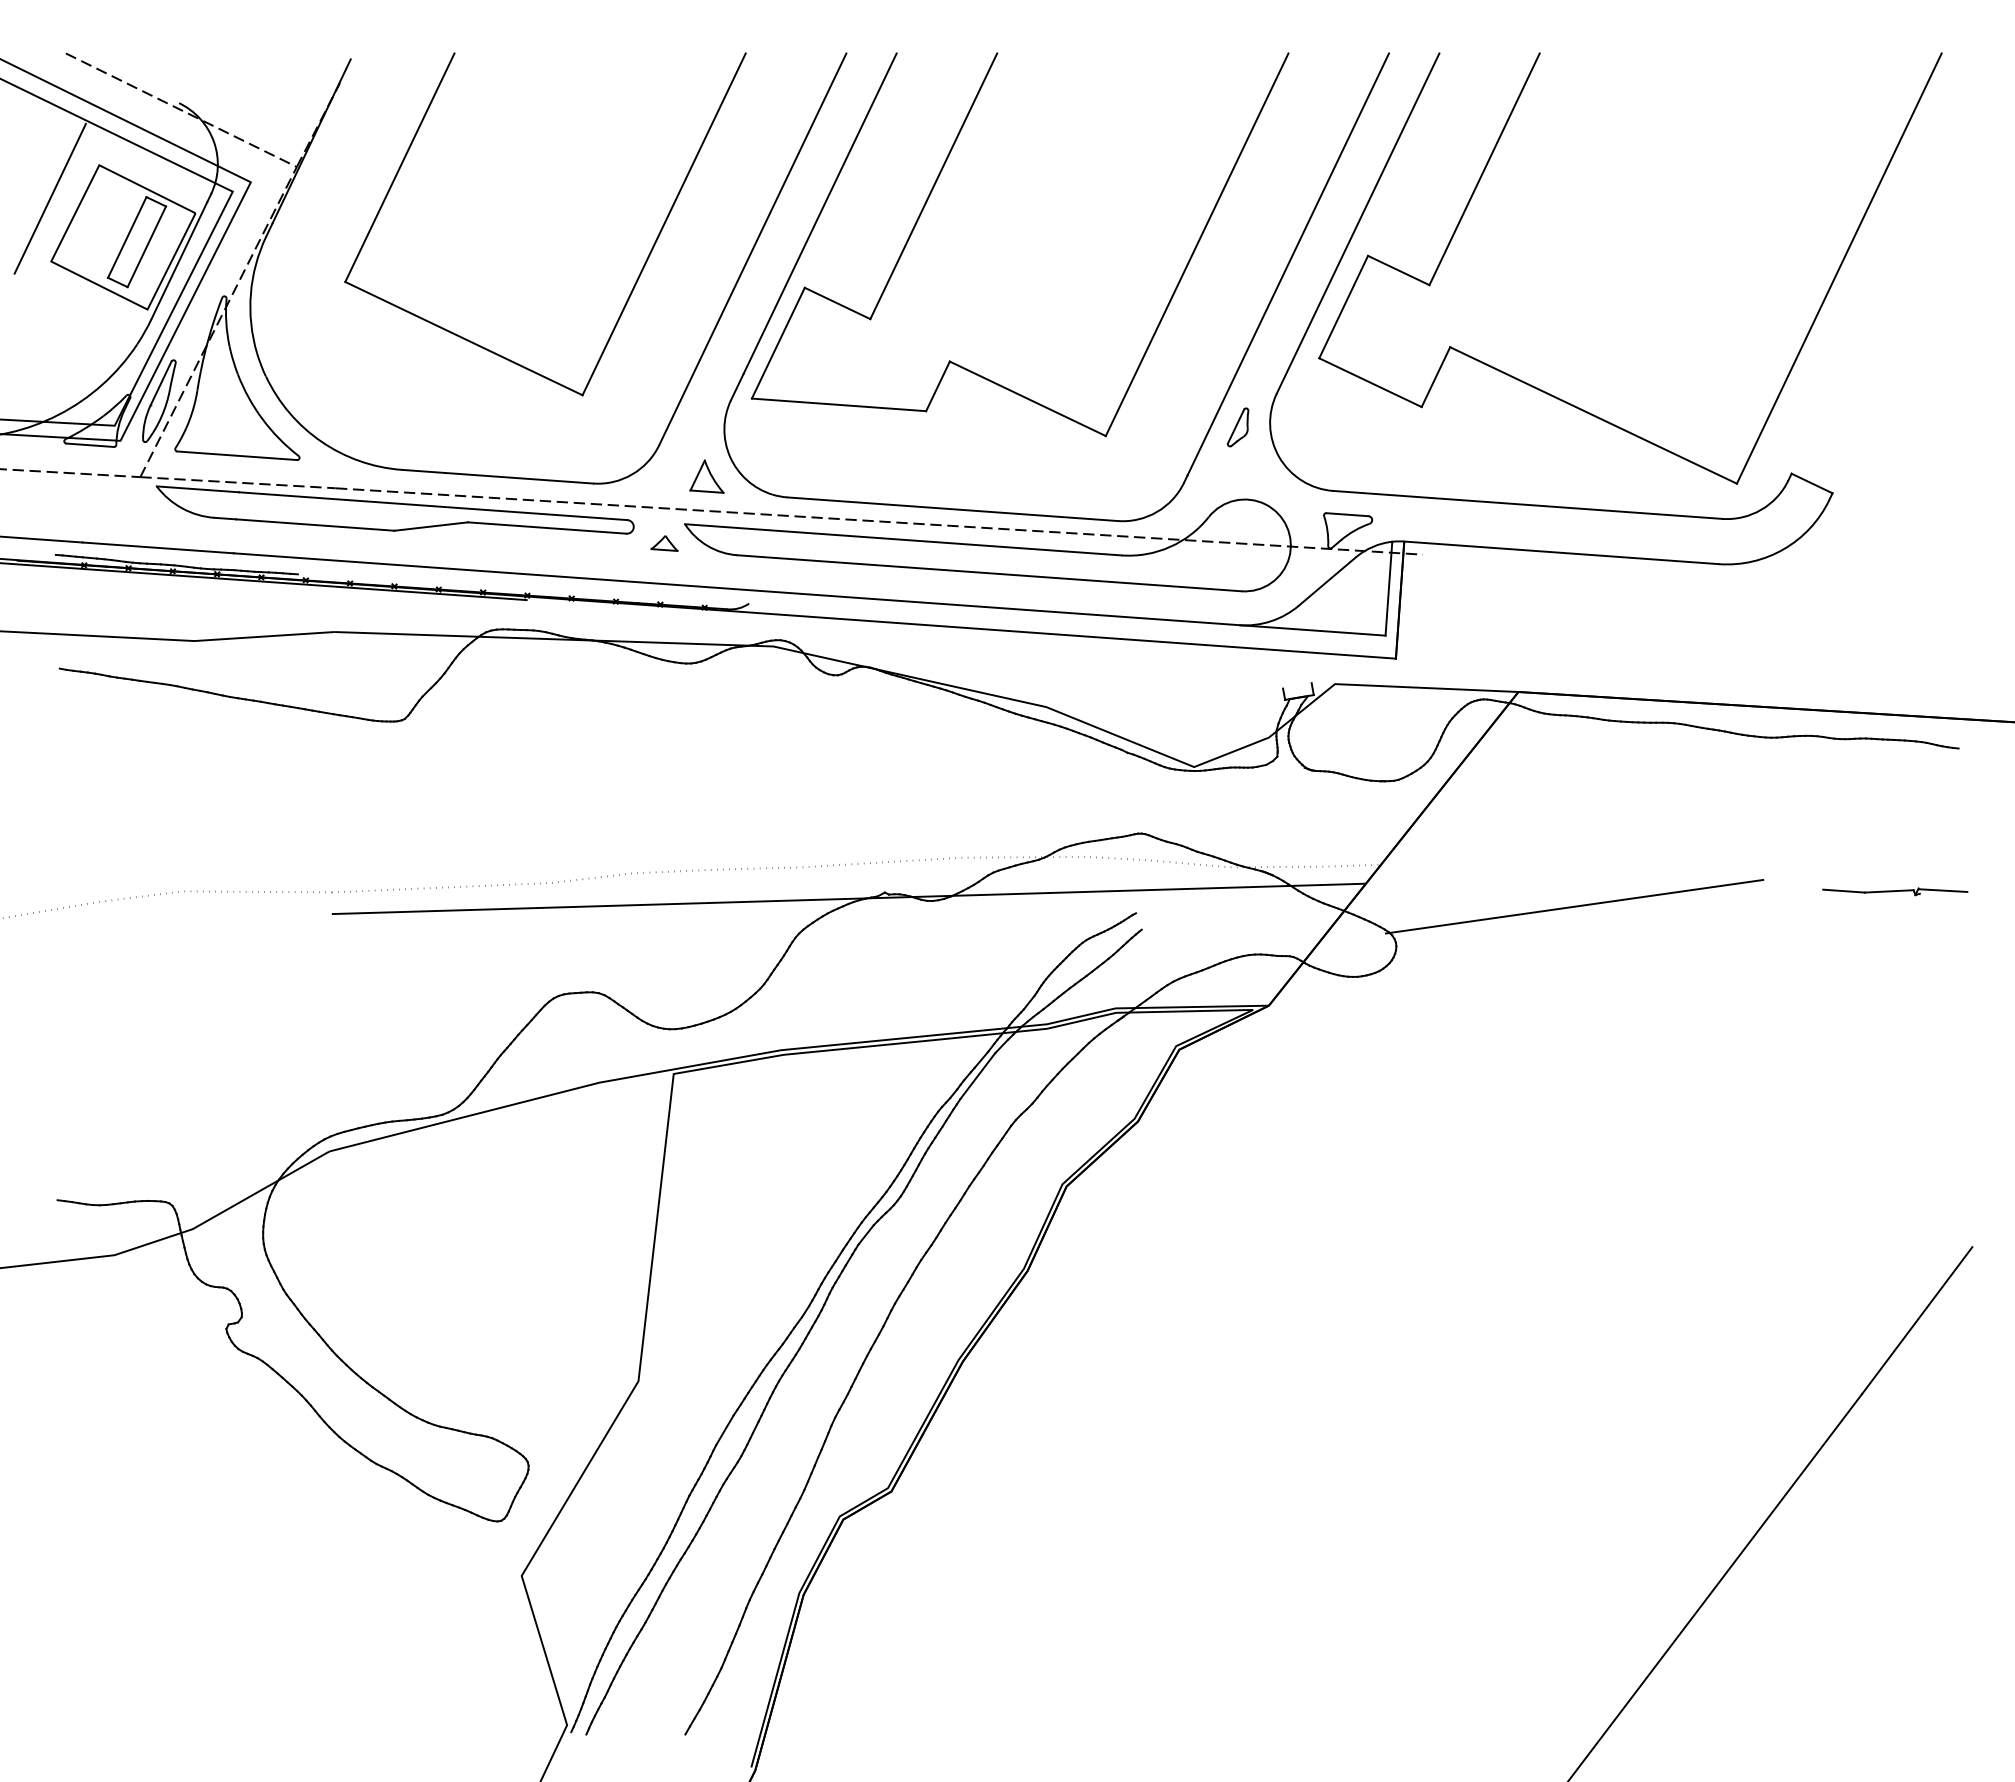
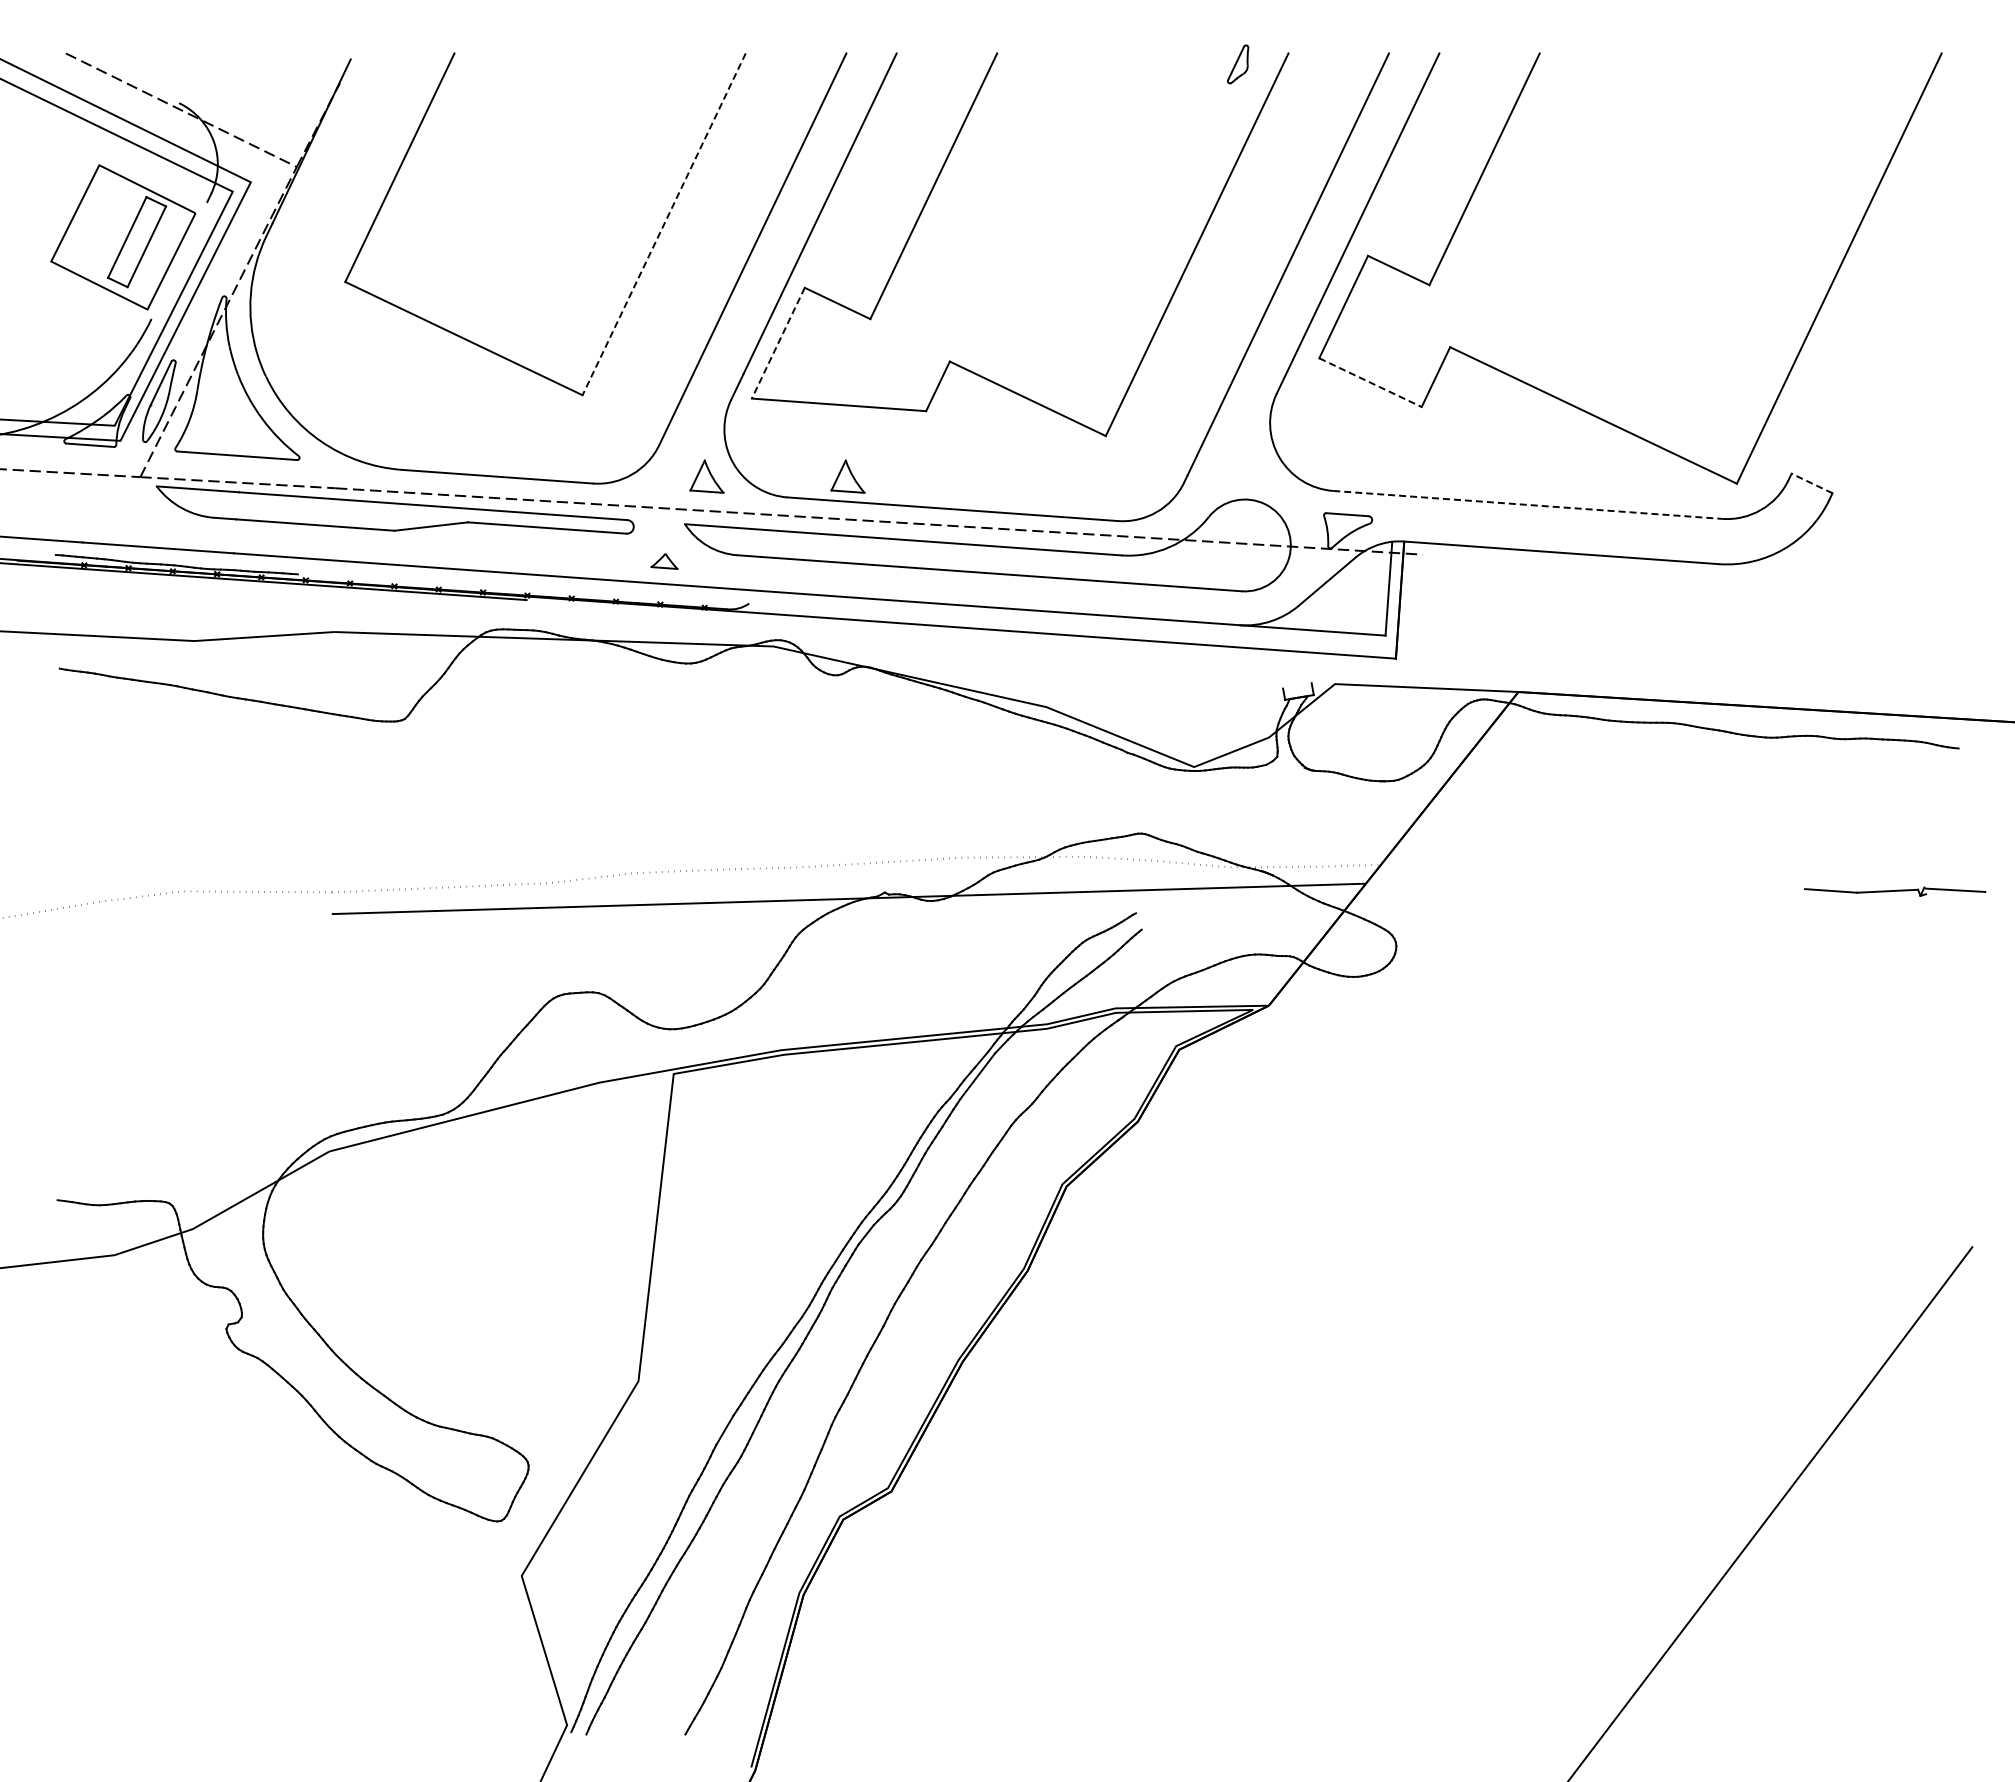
line at (49, 198): present -> none
line at (663, 224): solid -> dashed
line at (179, 260): present -> none
line at (778, 343): solid -> dashed
line at (1370, 382): solid -> dashed
part at (1238, 427) position: (1238, 427) -> (1238, 64)
part at (847, 476): none -> present
line at (1812, 483): solid -> dashed
line at (1527, 504): solid -> dashed
part at (664, 543) position: (664, 543) -> (664, 561)
part at (1895, 891) size: 147x10 px -> 183x11 px
line at (1574, 906): present -> none
